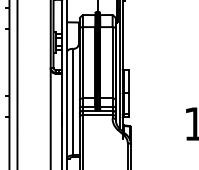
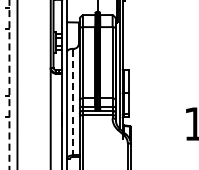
line at (9, 84): solid -> dashed
line at (73, 102): solid -> dashed
